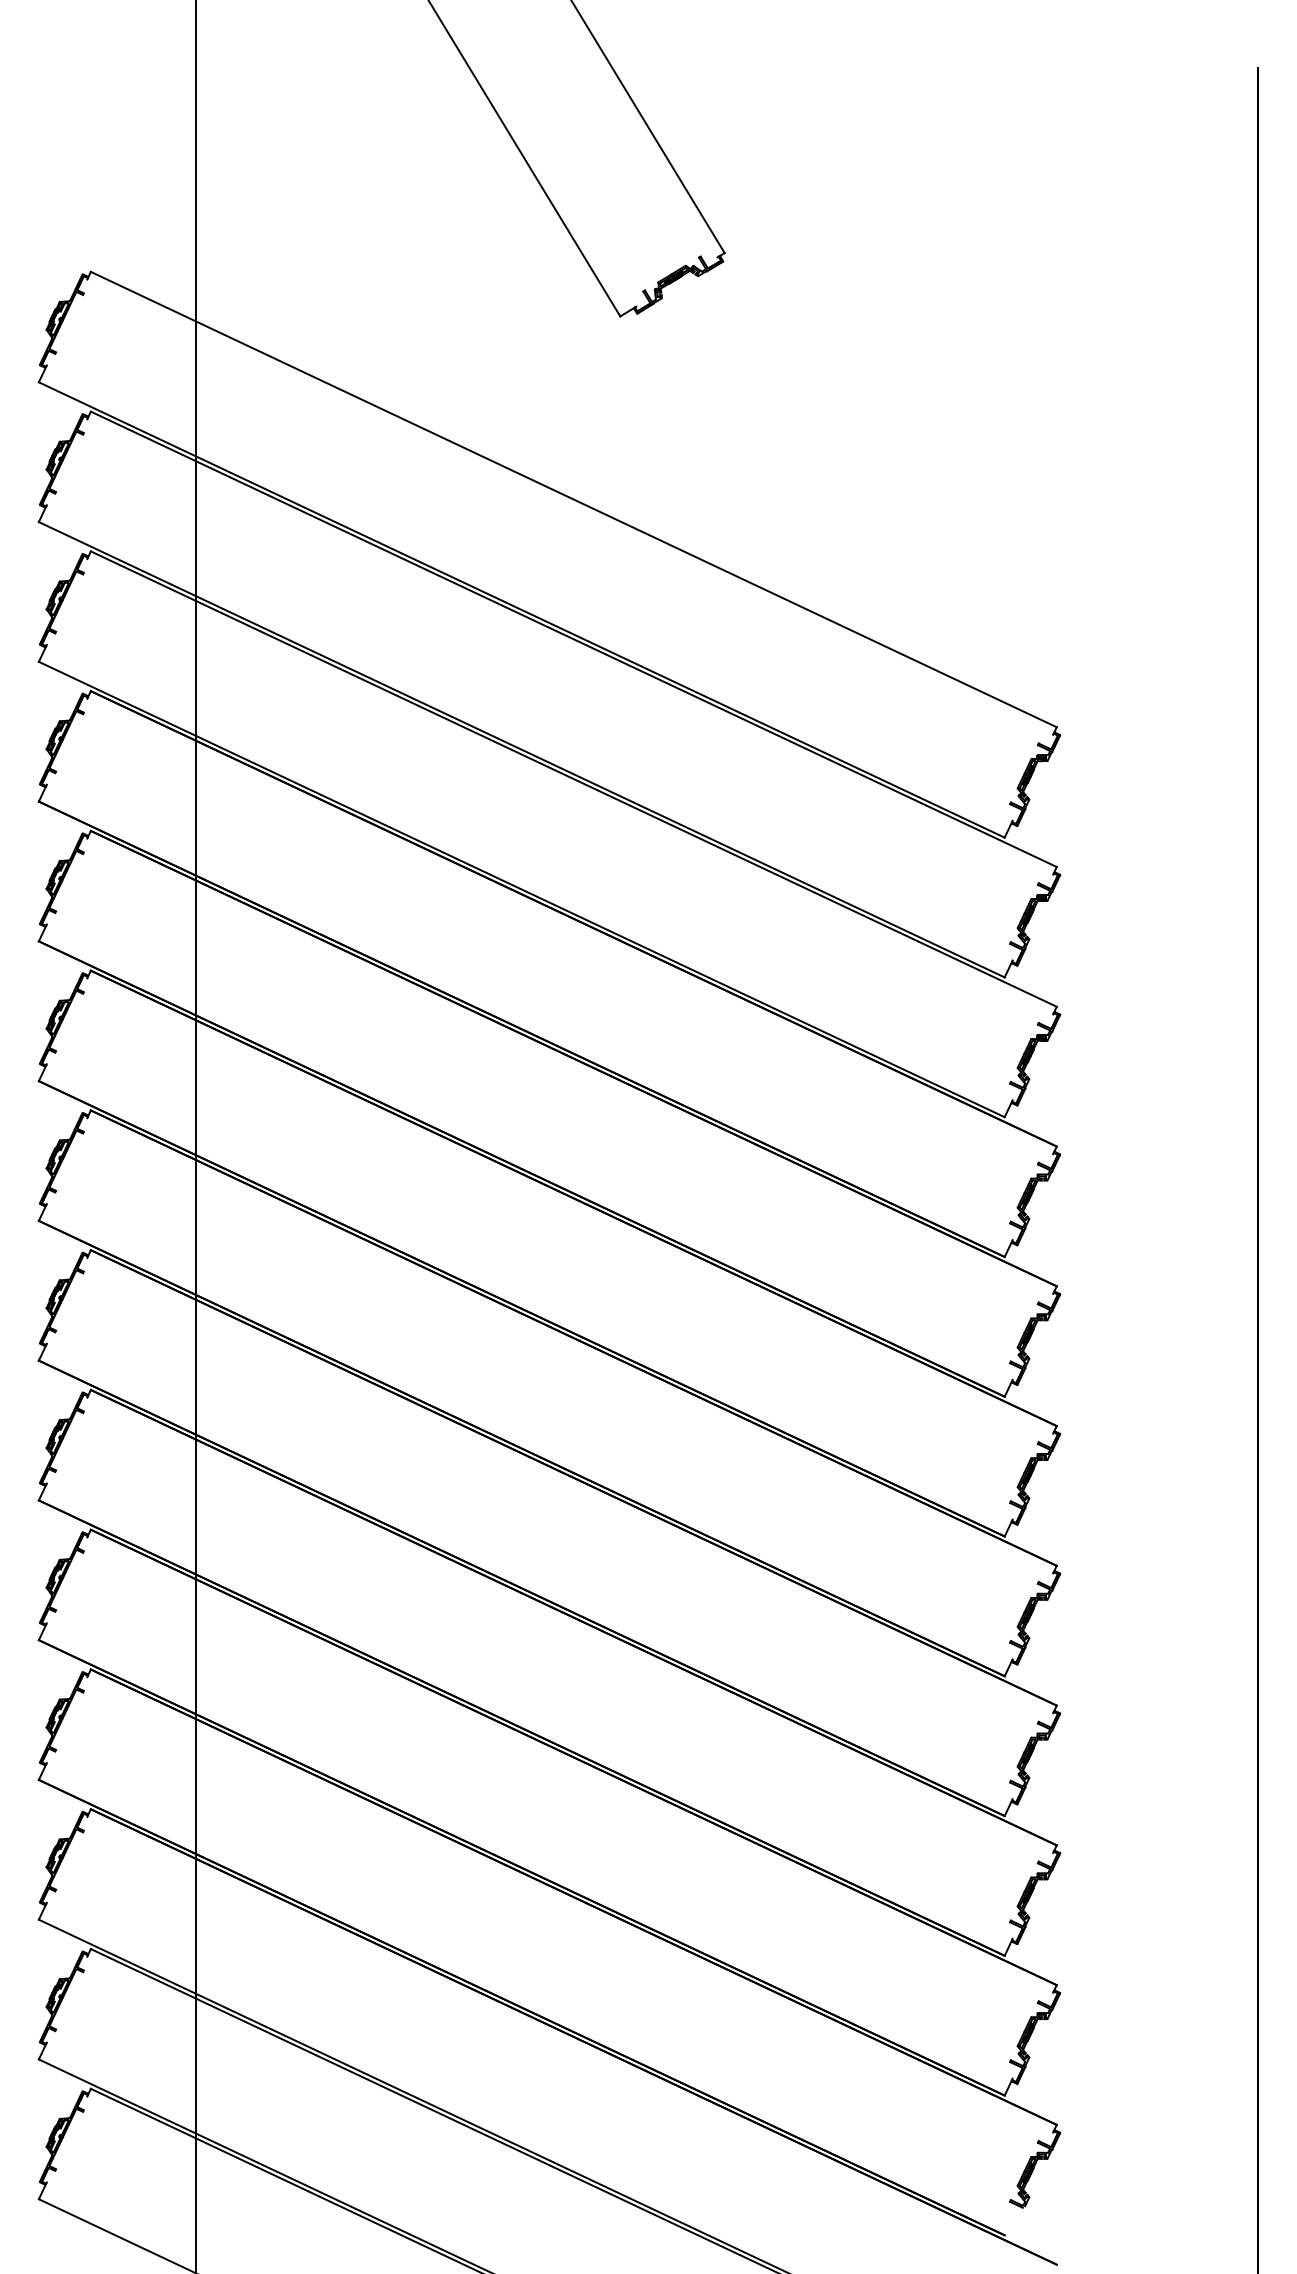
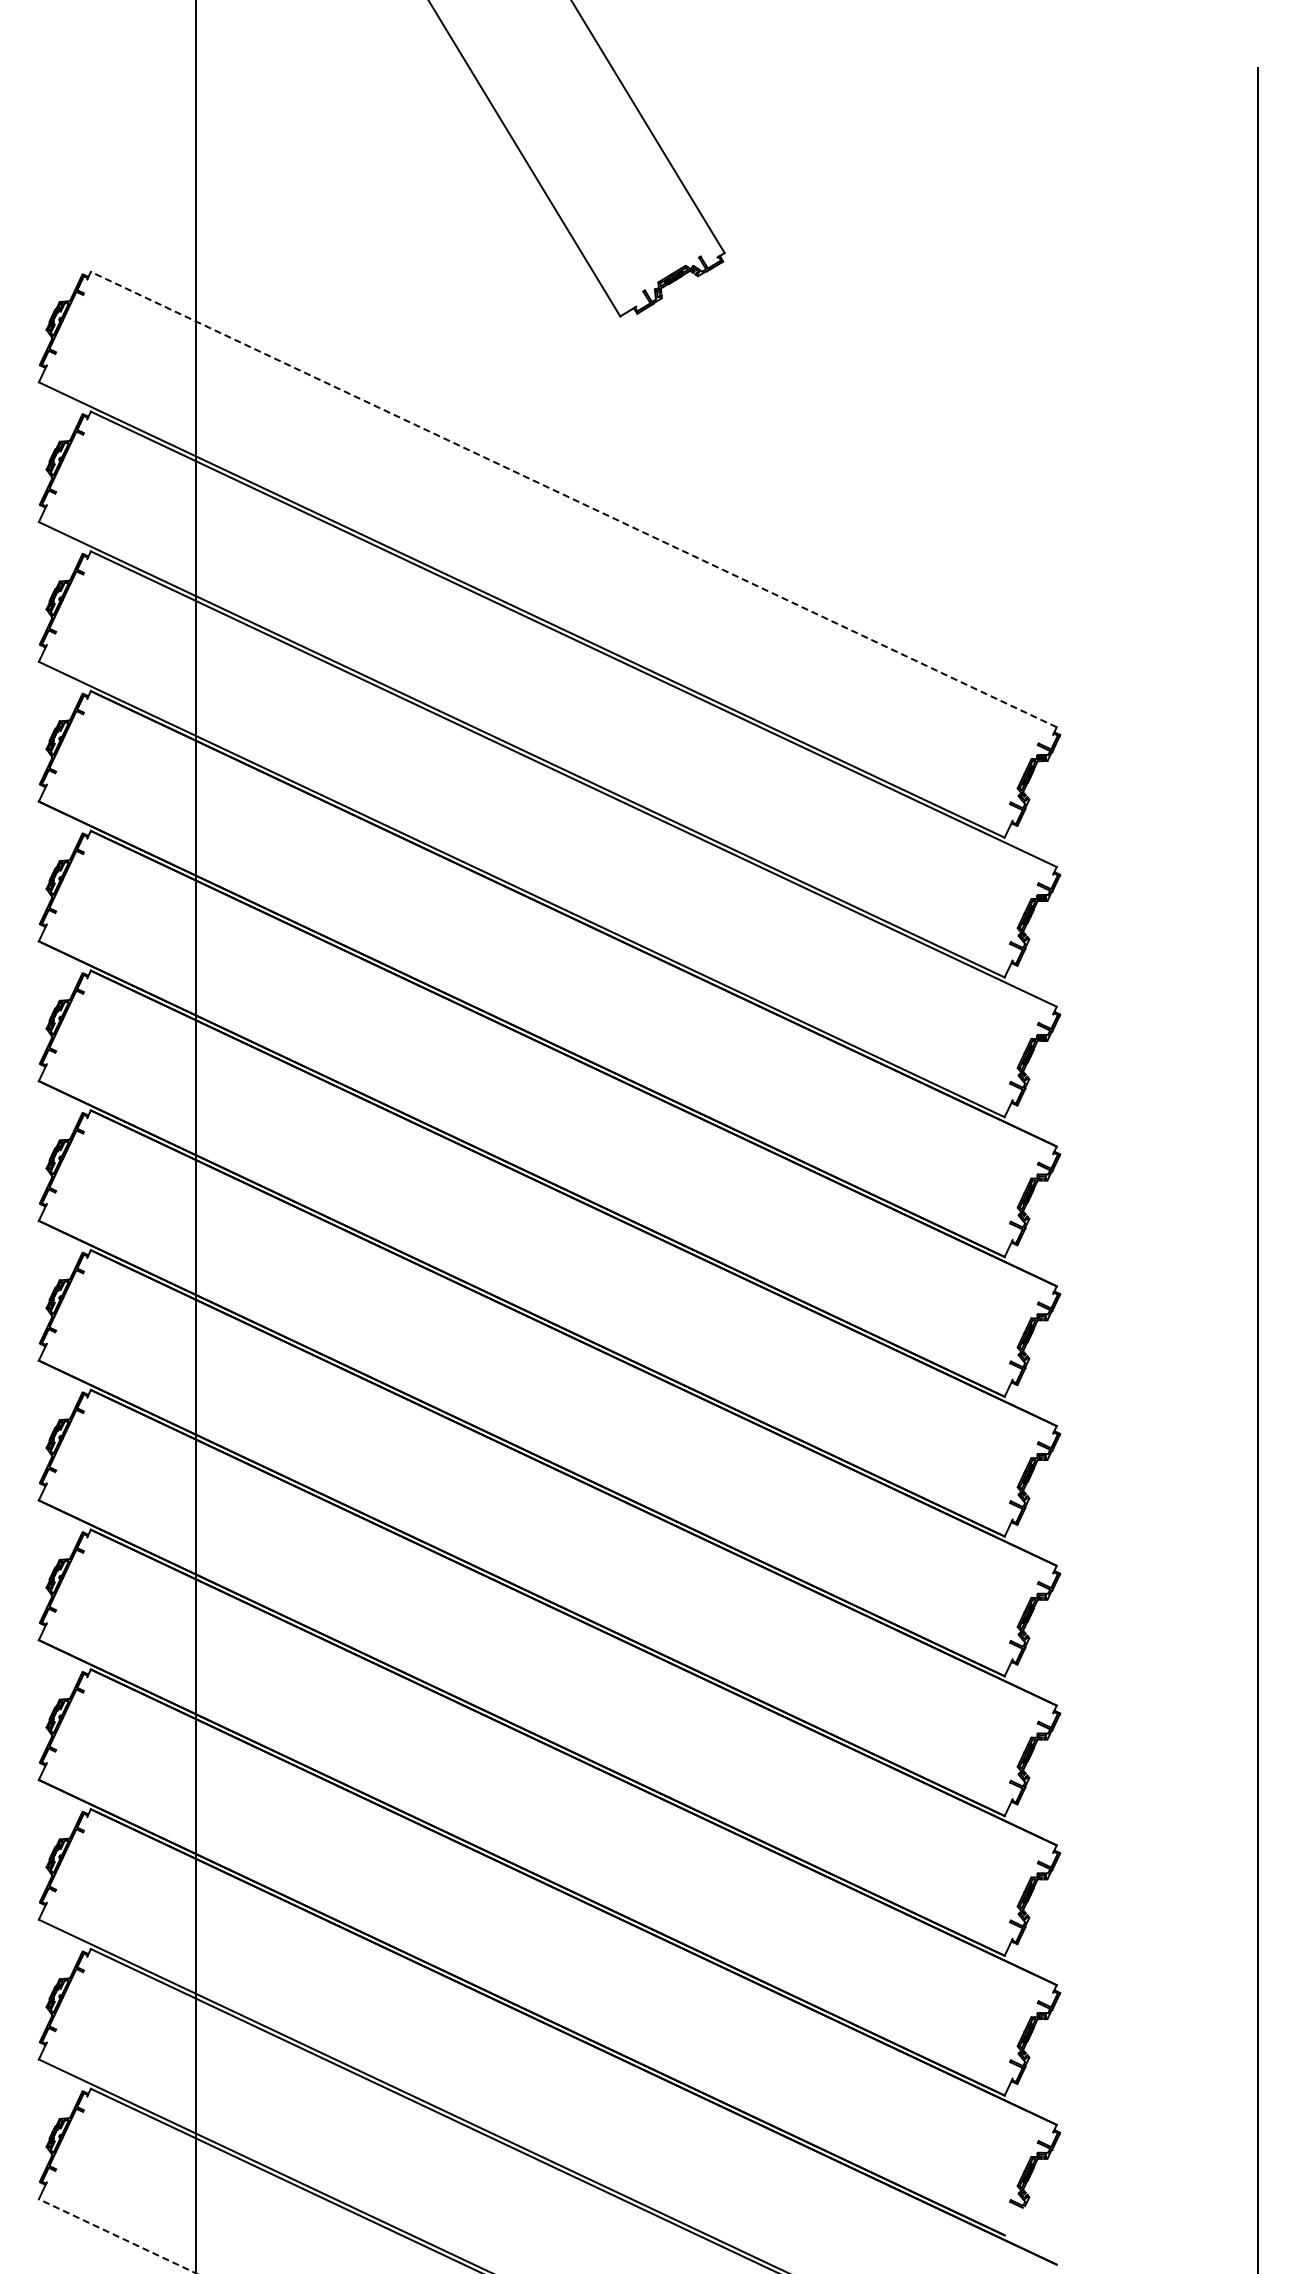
line at (573, 499): solid -> dashed
line at (117, 2236): solid -> dashed
